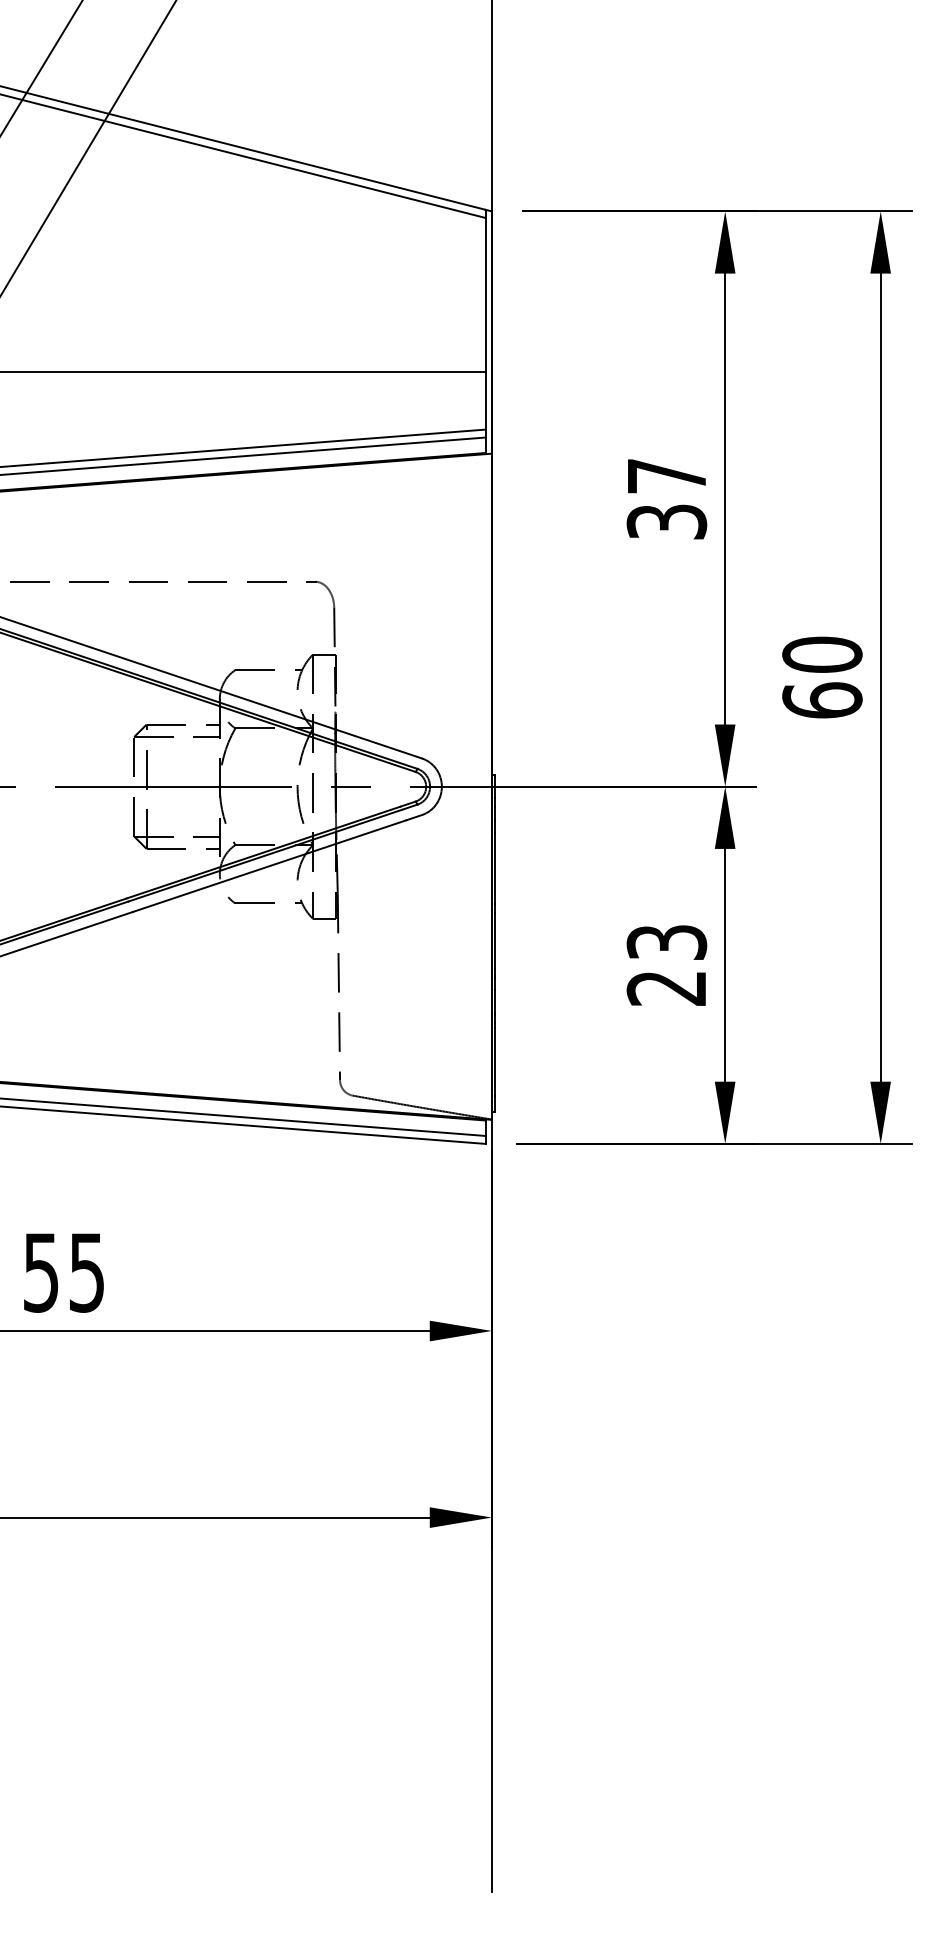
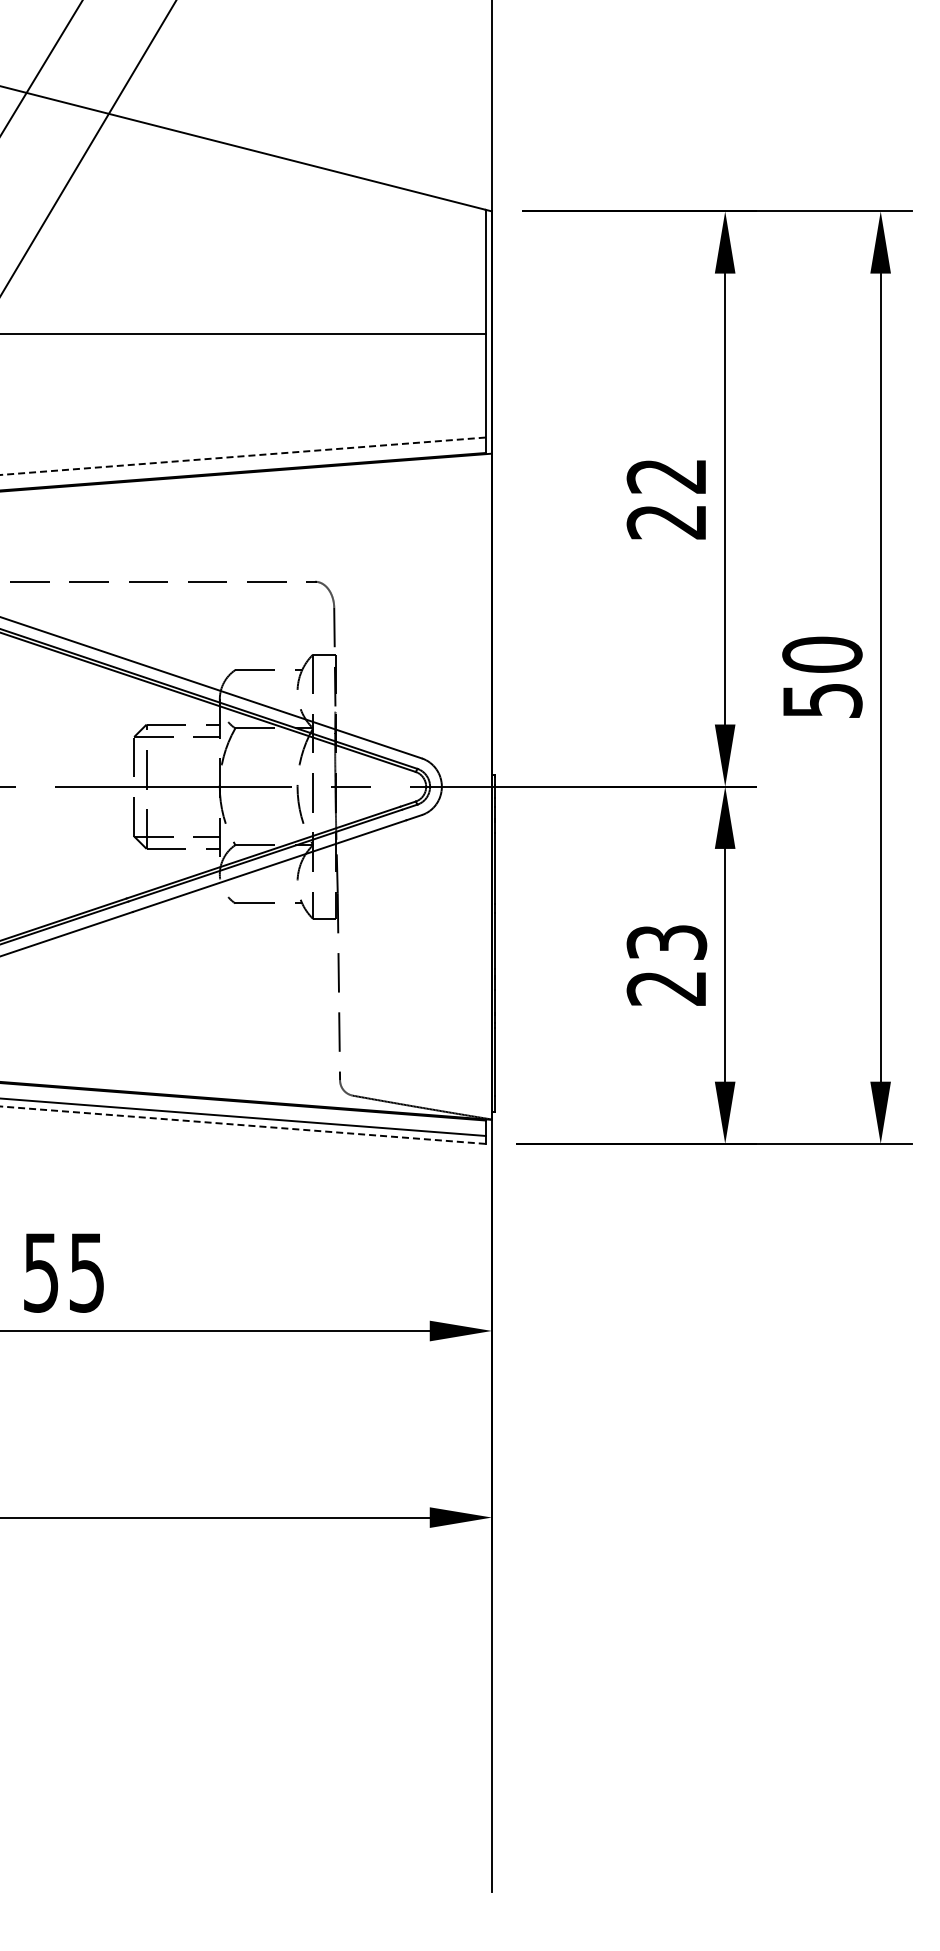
line at (243, 156): present -> none
line at (243, 371) position: (243, 371) -> (243, 333)
line at (243, 447): present -> none
line at (242, 456): solid -> dashed
text at (666, 499): 37 -> 22
text at (822, 700): 60 -> 50
line at (243, 1125): solid -> dashed
